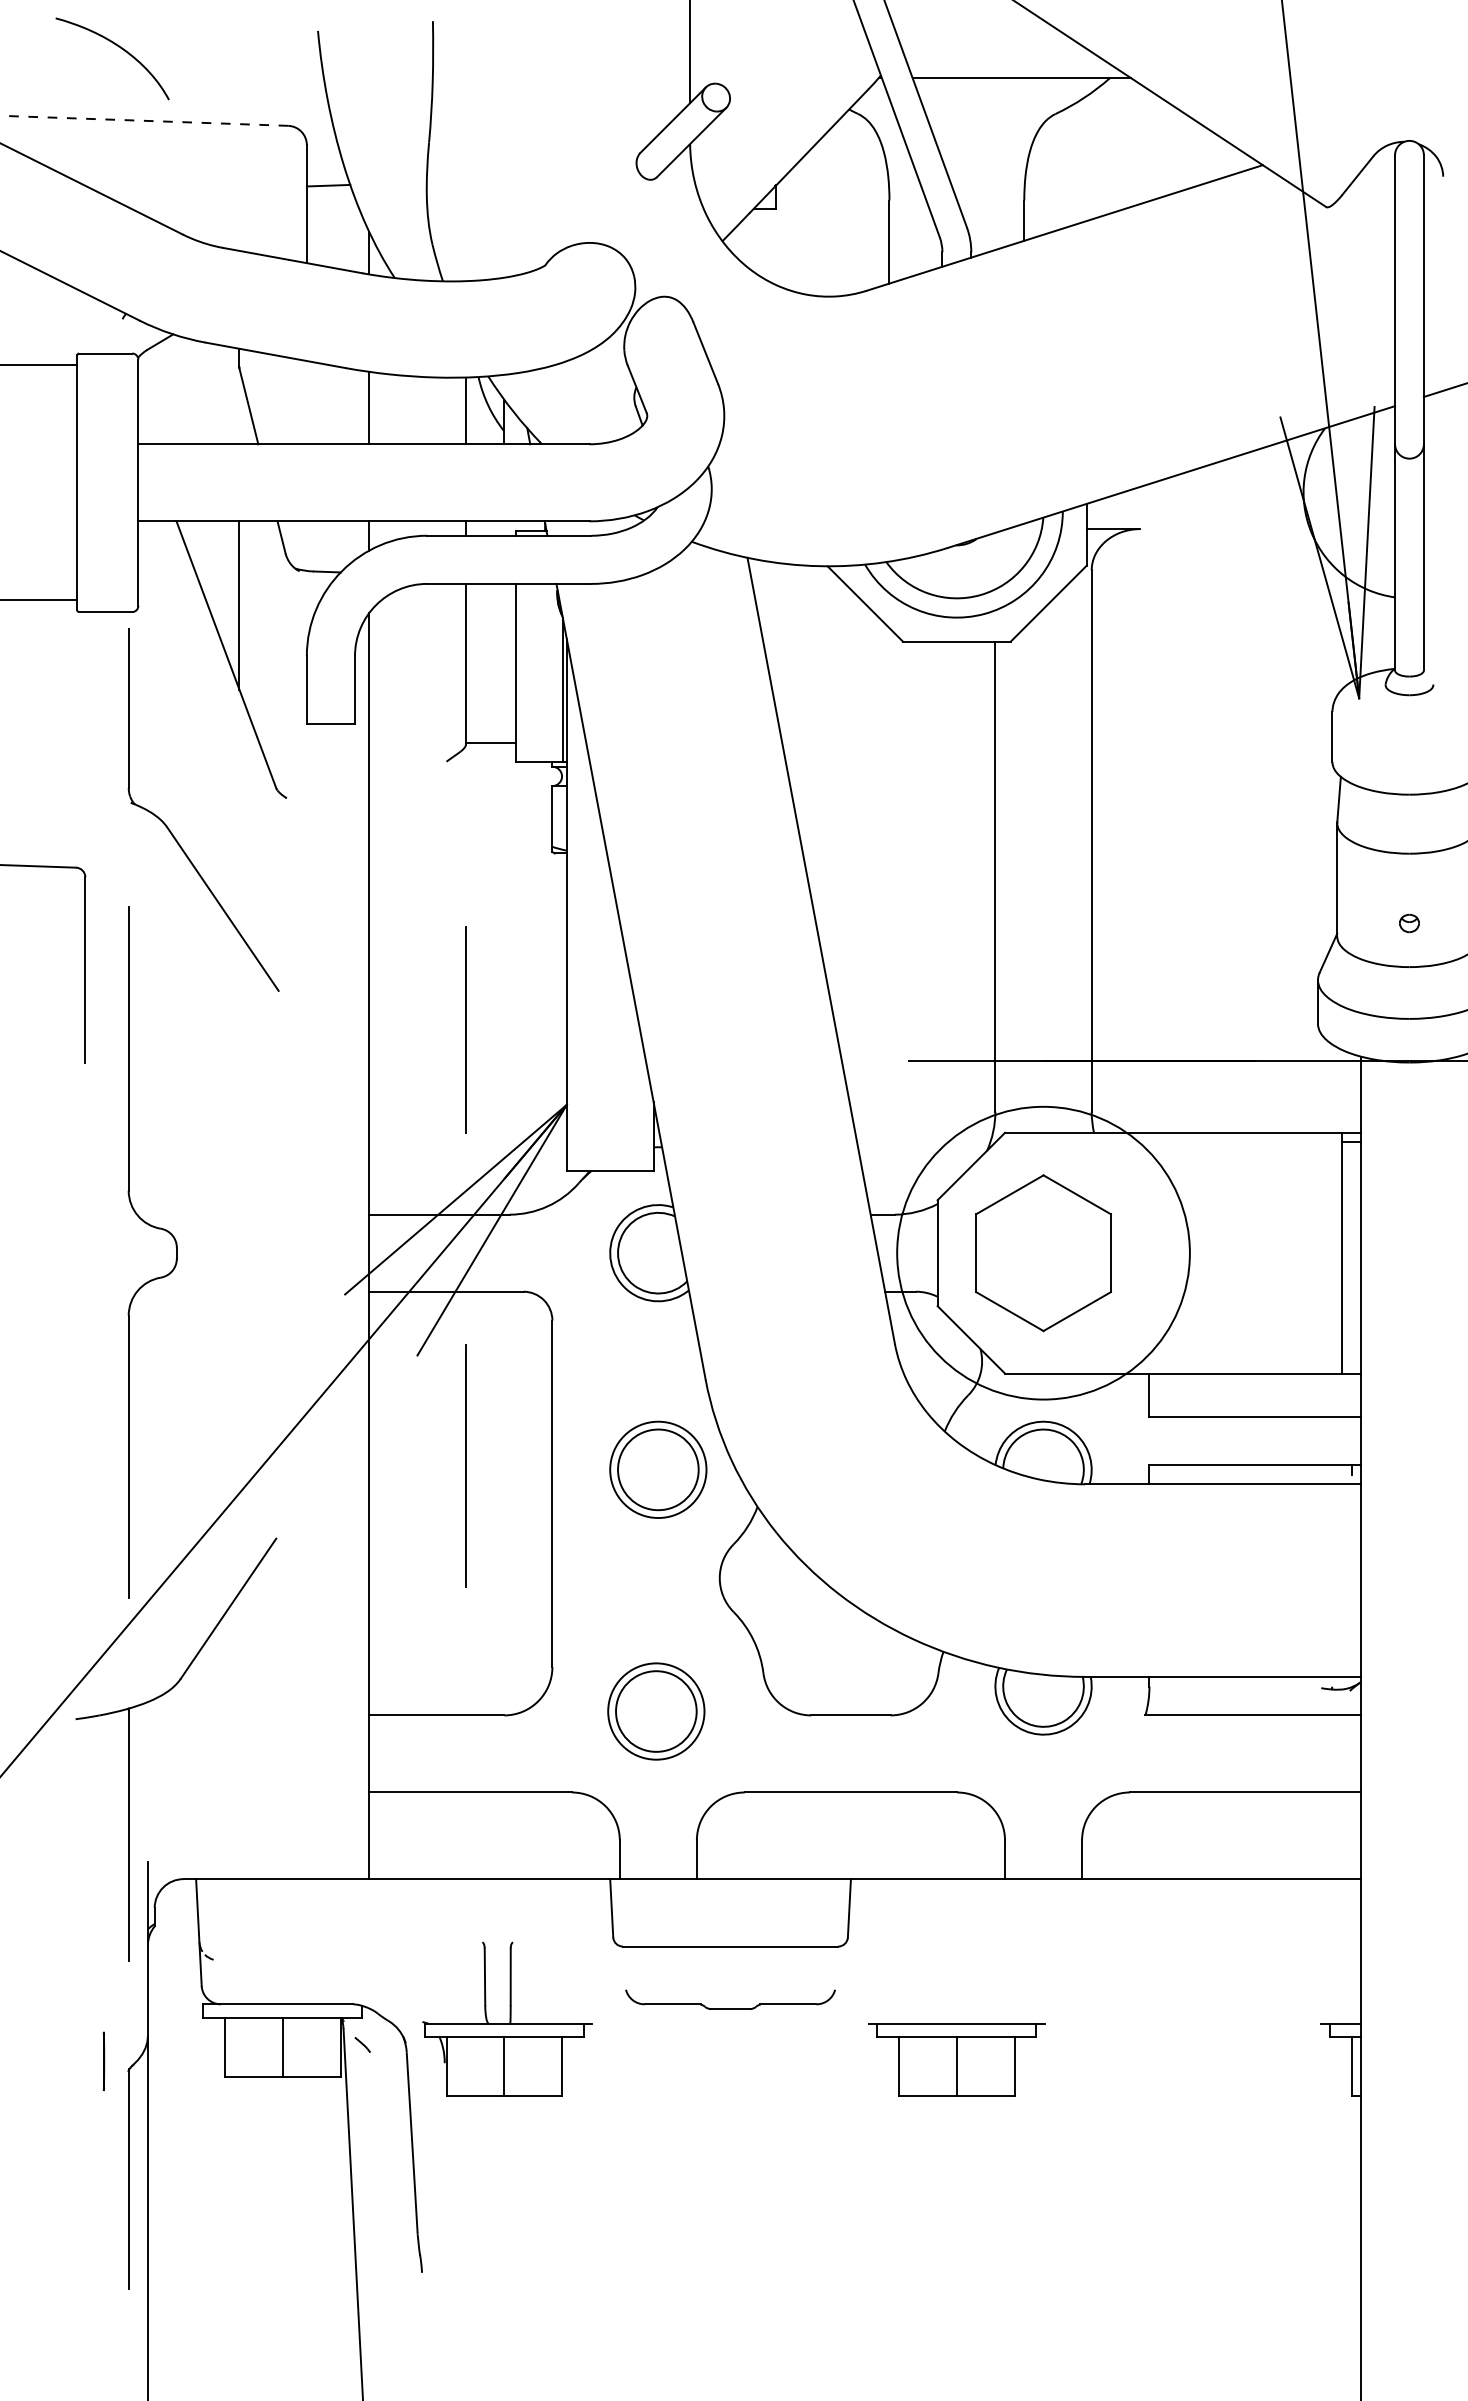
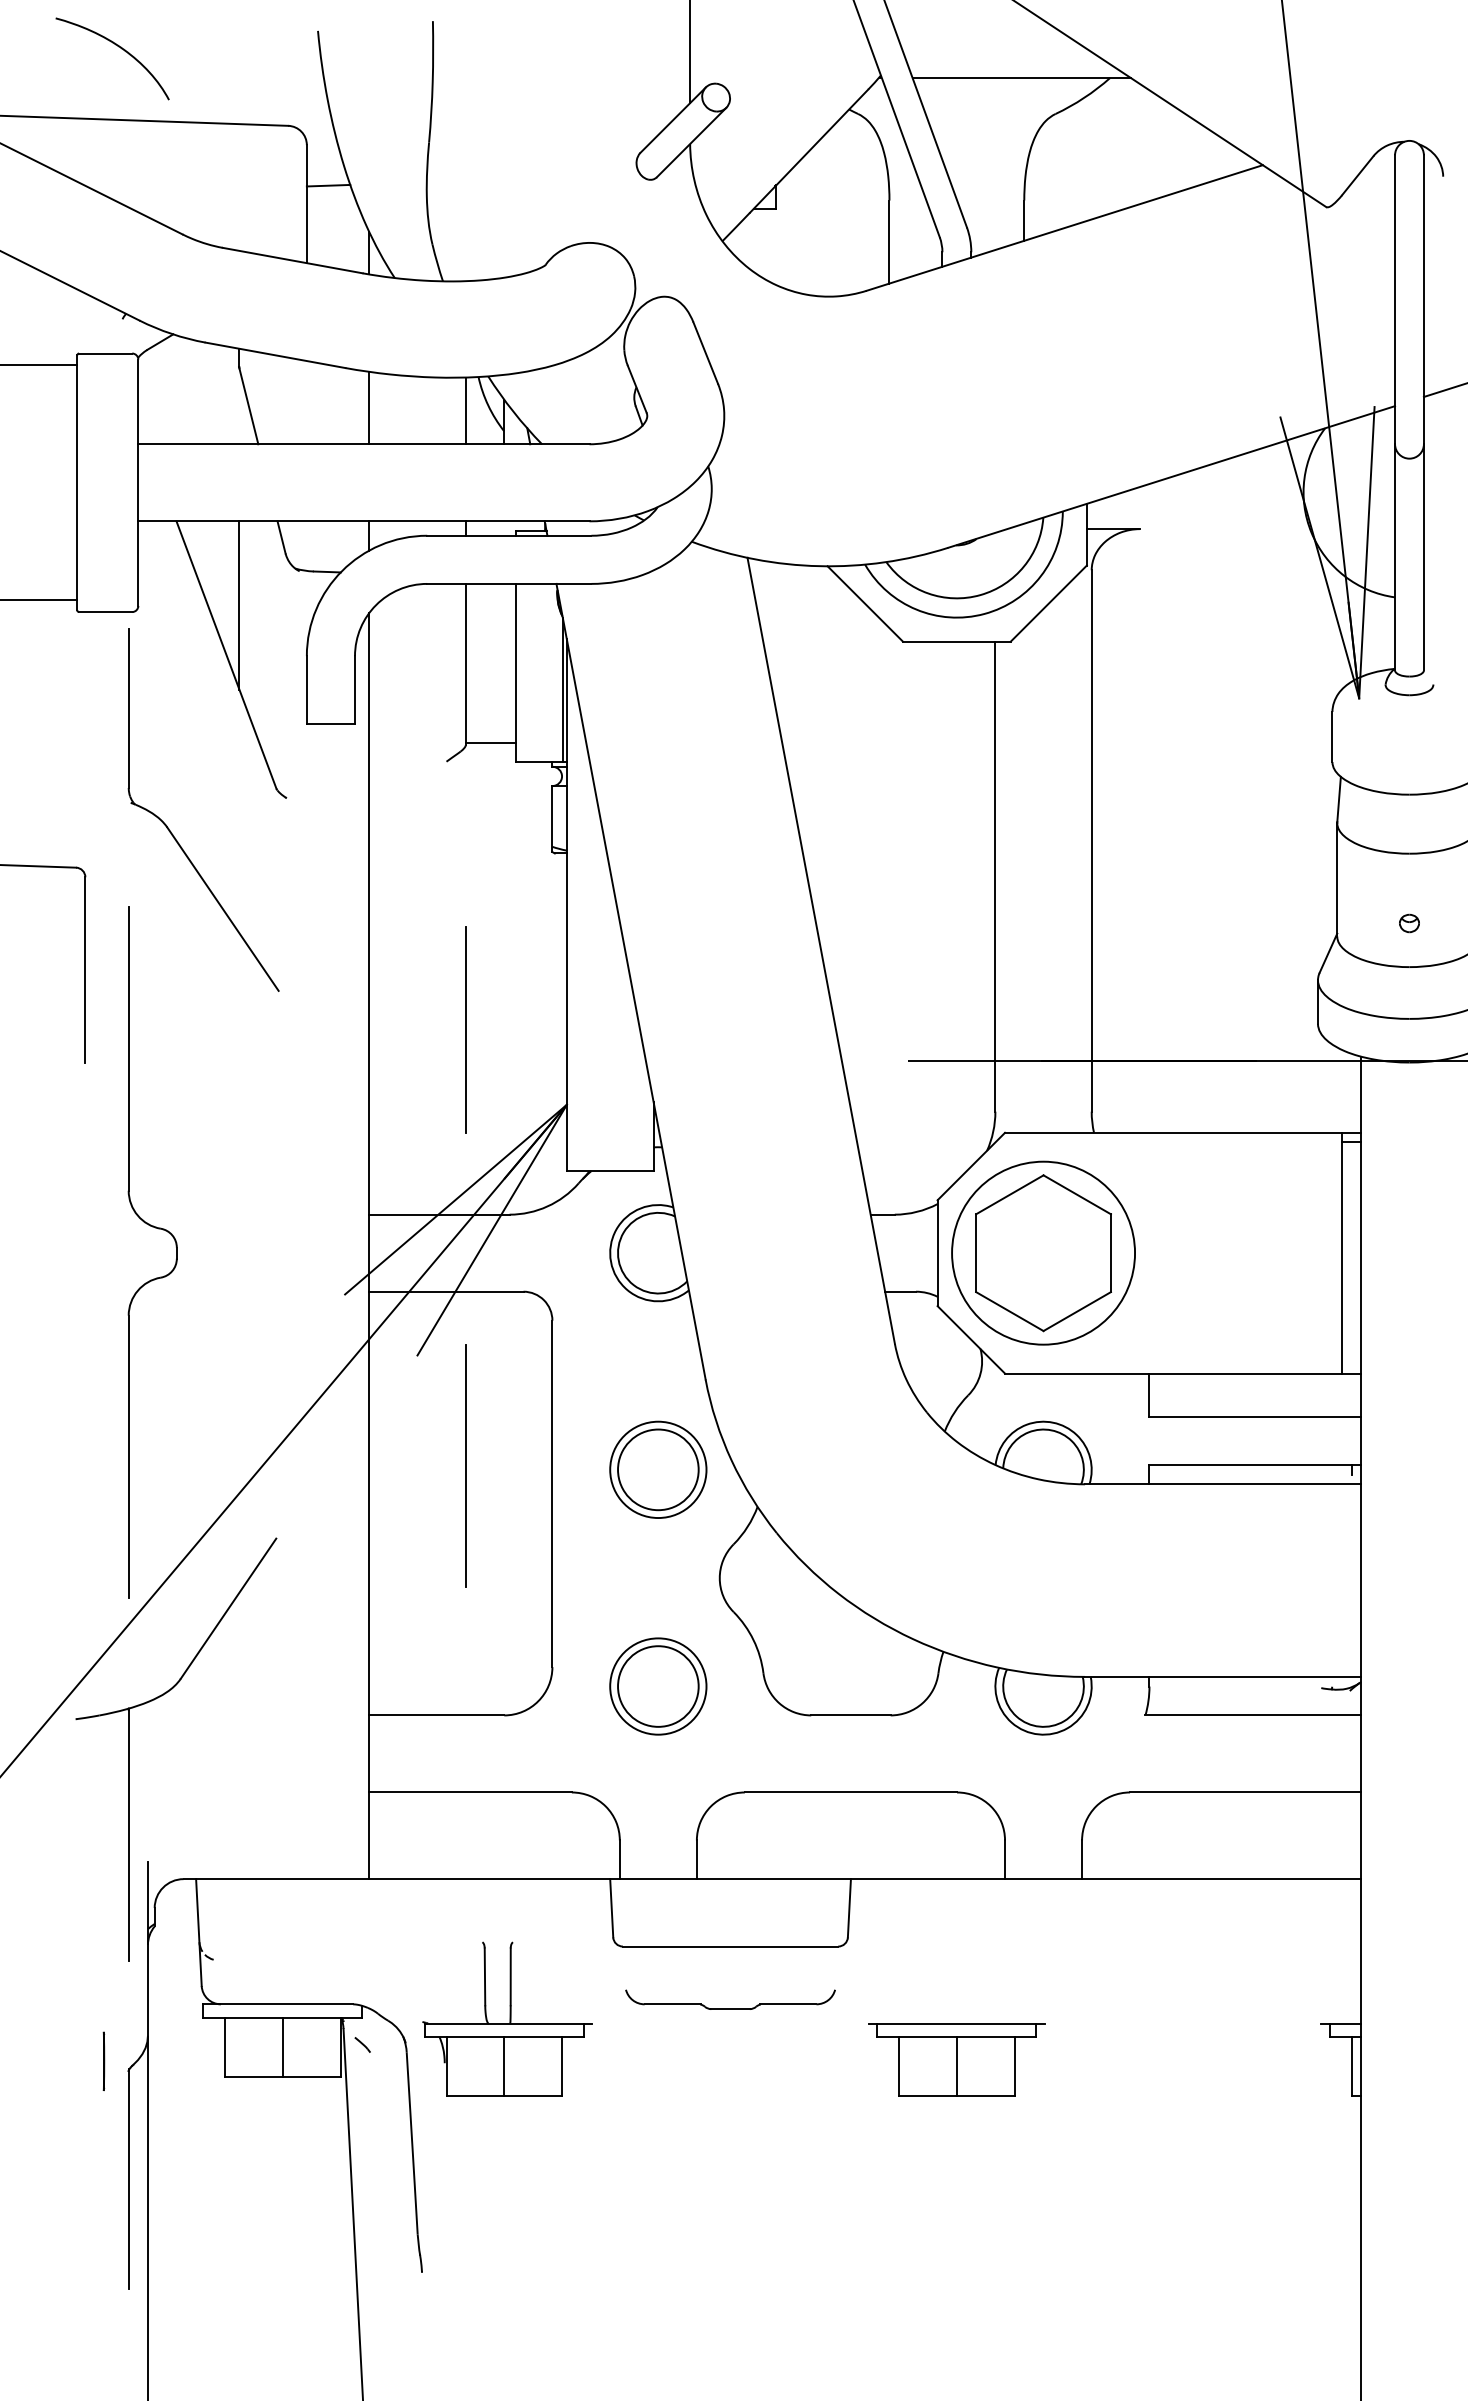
line at (143, 120): dashed -> solid
circle at (1043, 1252) diameter: 293 px -> 183 px
part at (656, 1711) position: (656, 1711) -> (658, 1686)
